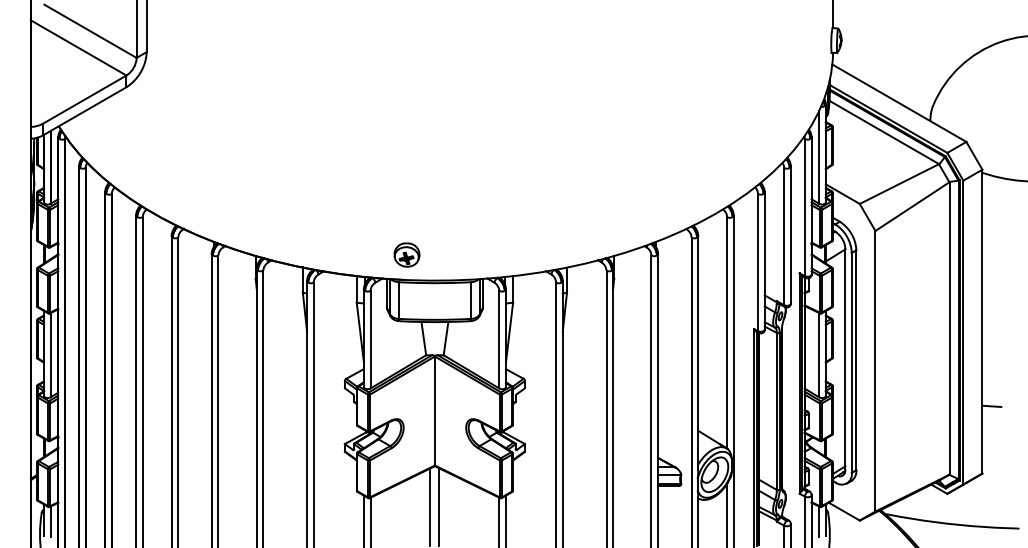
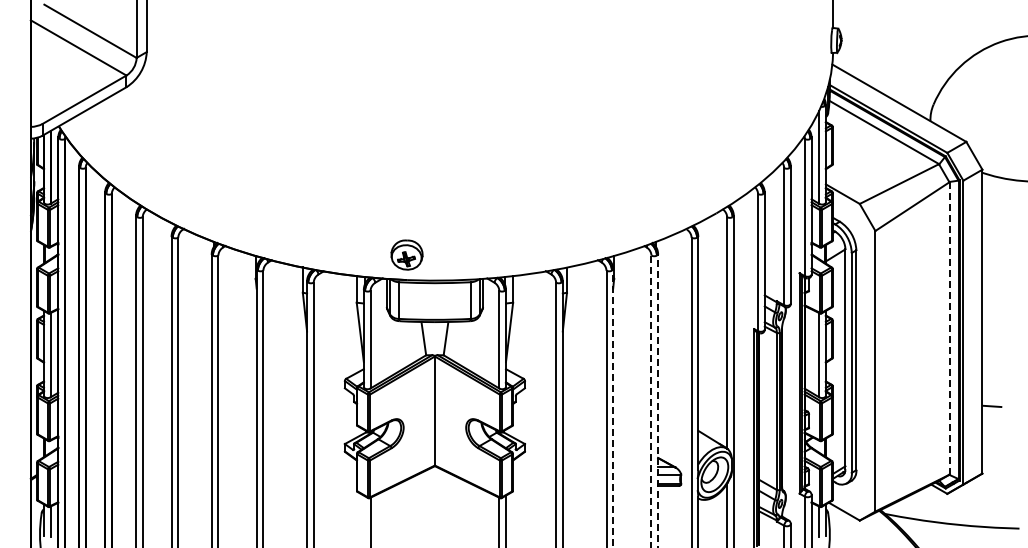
part at (406, 254) size: 28x26 px -> 34x32 px
line at (949, 327): solid -> dashed
line at (658, 400): solid -> dashed
line at (651, 401): solid -> dashed
line at (613, 407): solid -> dashed
line at (430, 506): present -> none
line at (439, 506): present -> none
line at (363, 519): present -> none
